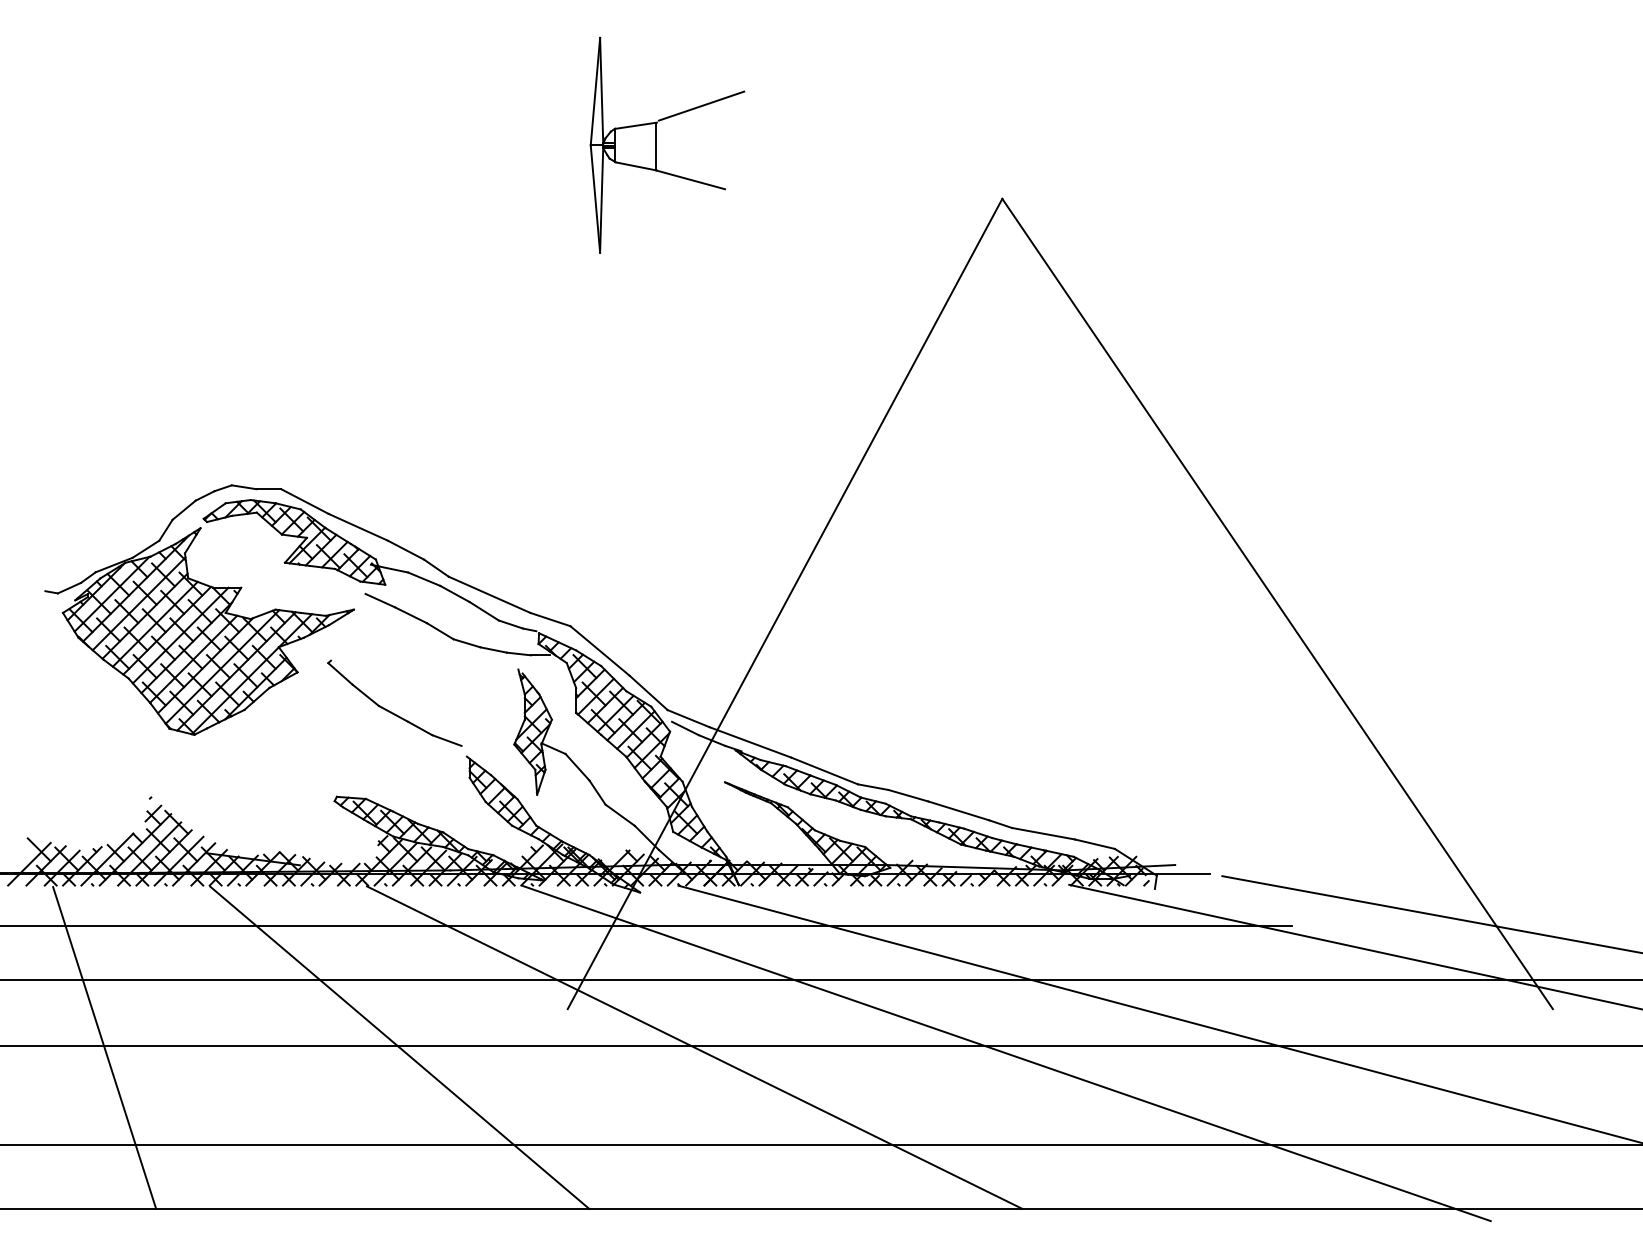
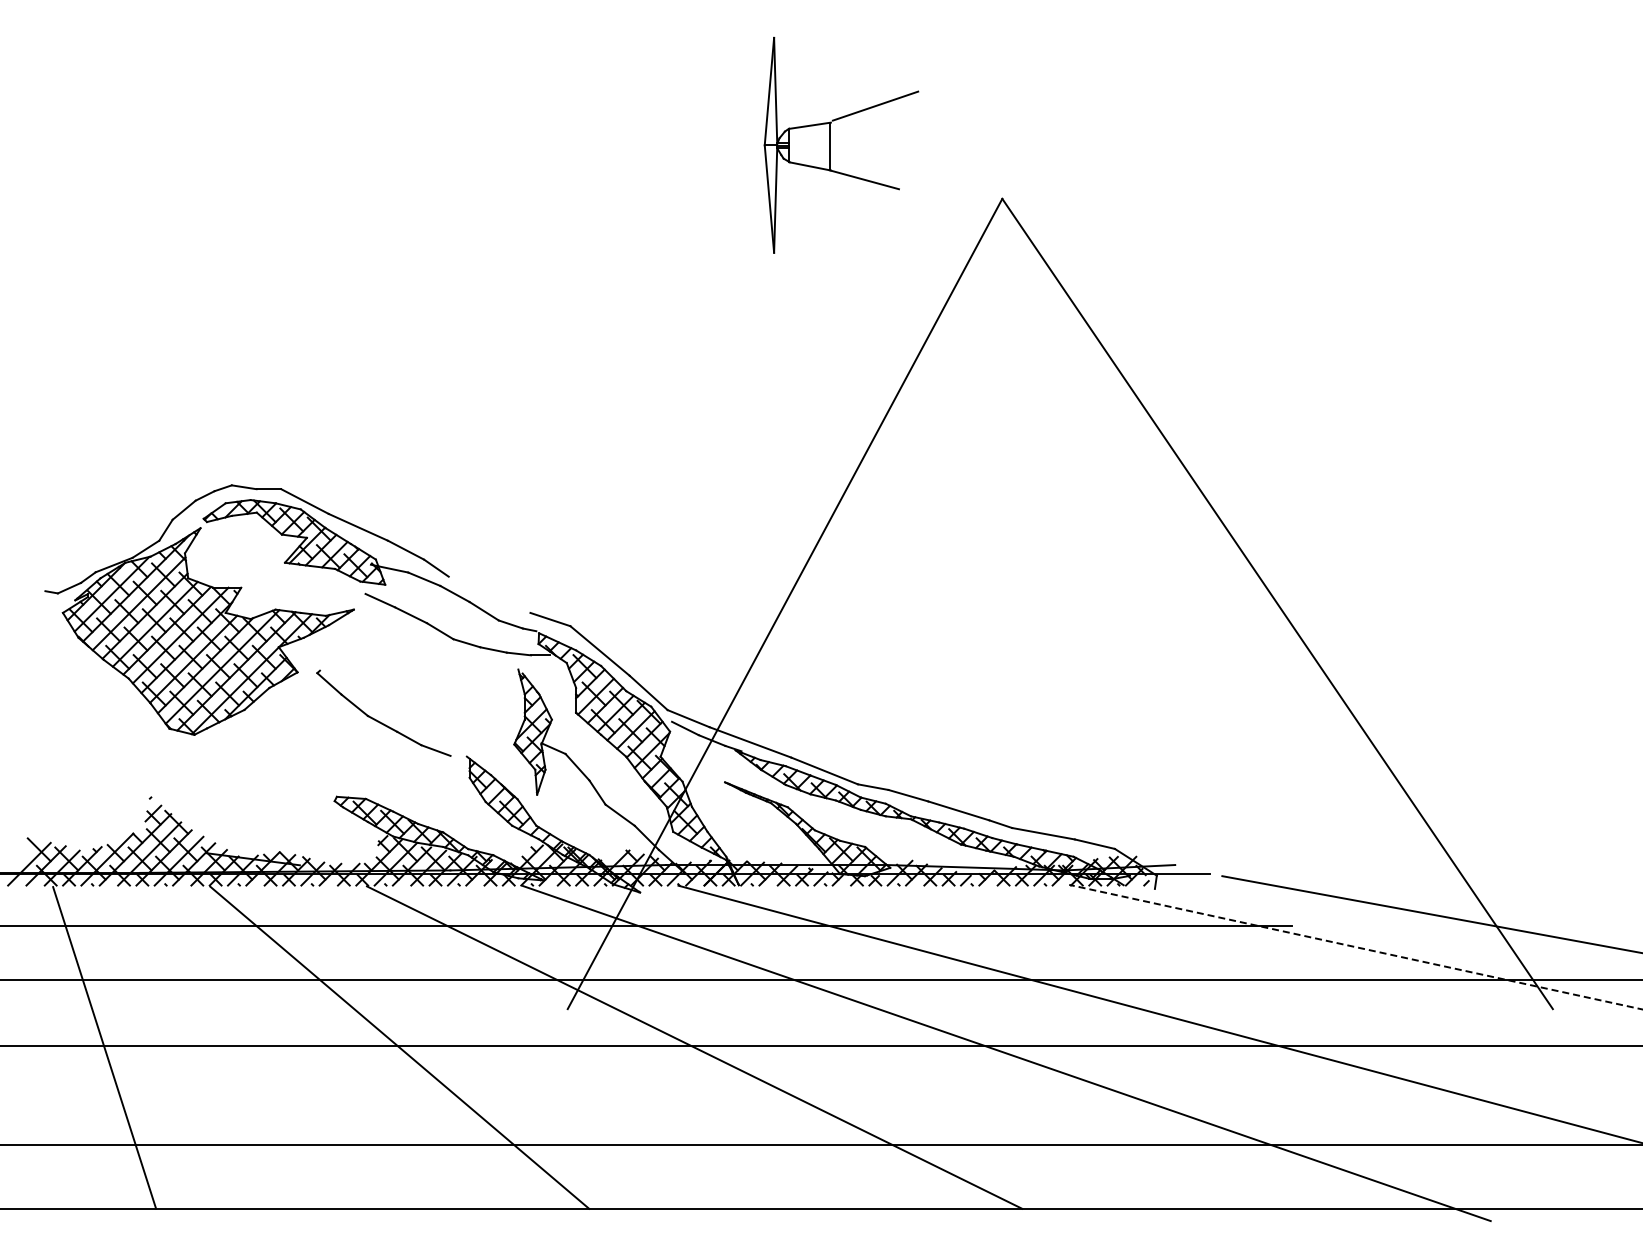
part at (656, 144) position: (656, 144) -> (830, 144)
line at (489, 594): present -> none
part at (389, 710) position: (389, 710) -> (378, 720)
line at (1355, 947): solid -> dashed
